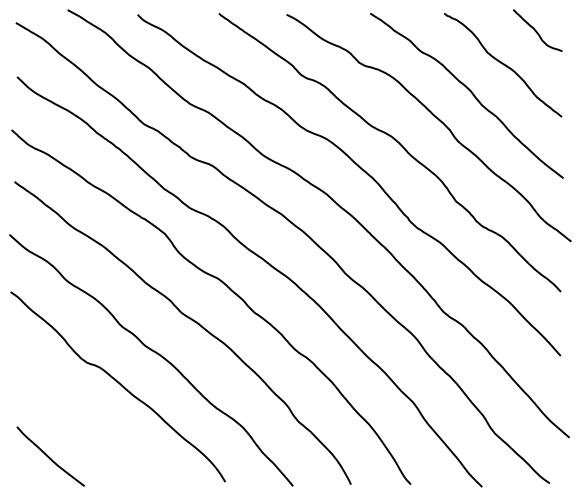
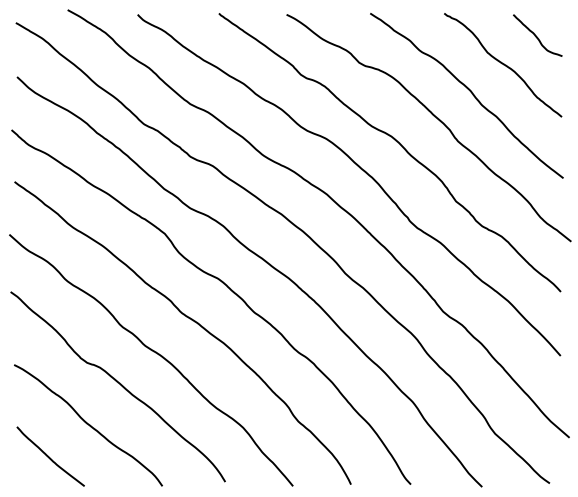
curve at (536, 30) position: (536, 30) -> (536, 35)
curve at (88, 425): none -> present
